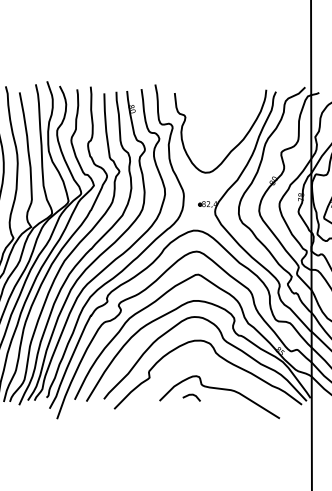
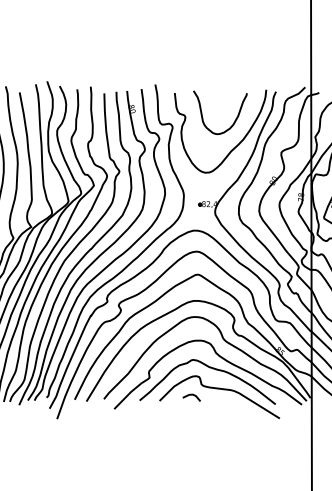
curve at (234, 120): none -> present
curve at (212, 369): none -> present
